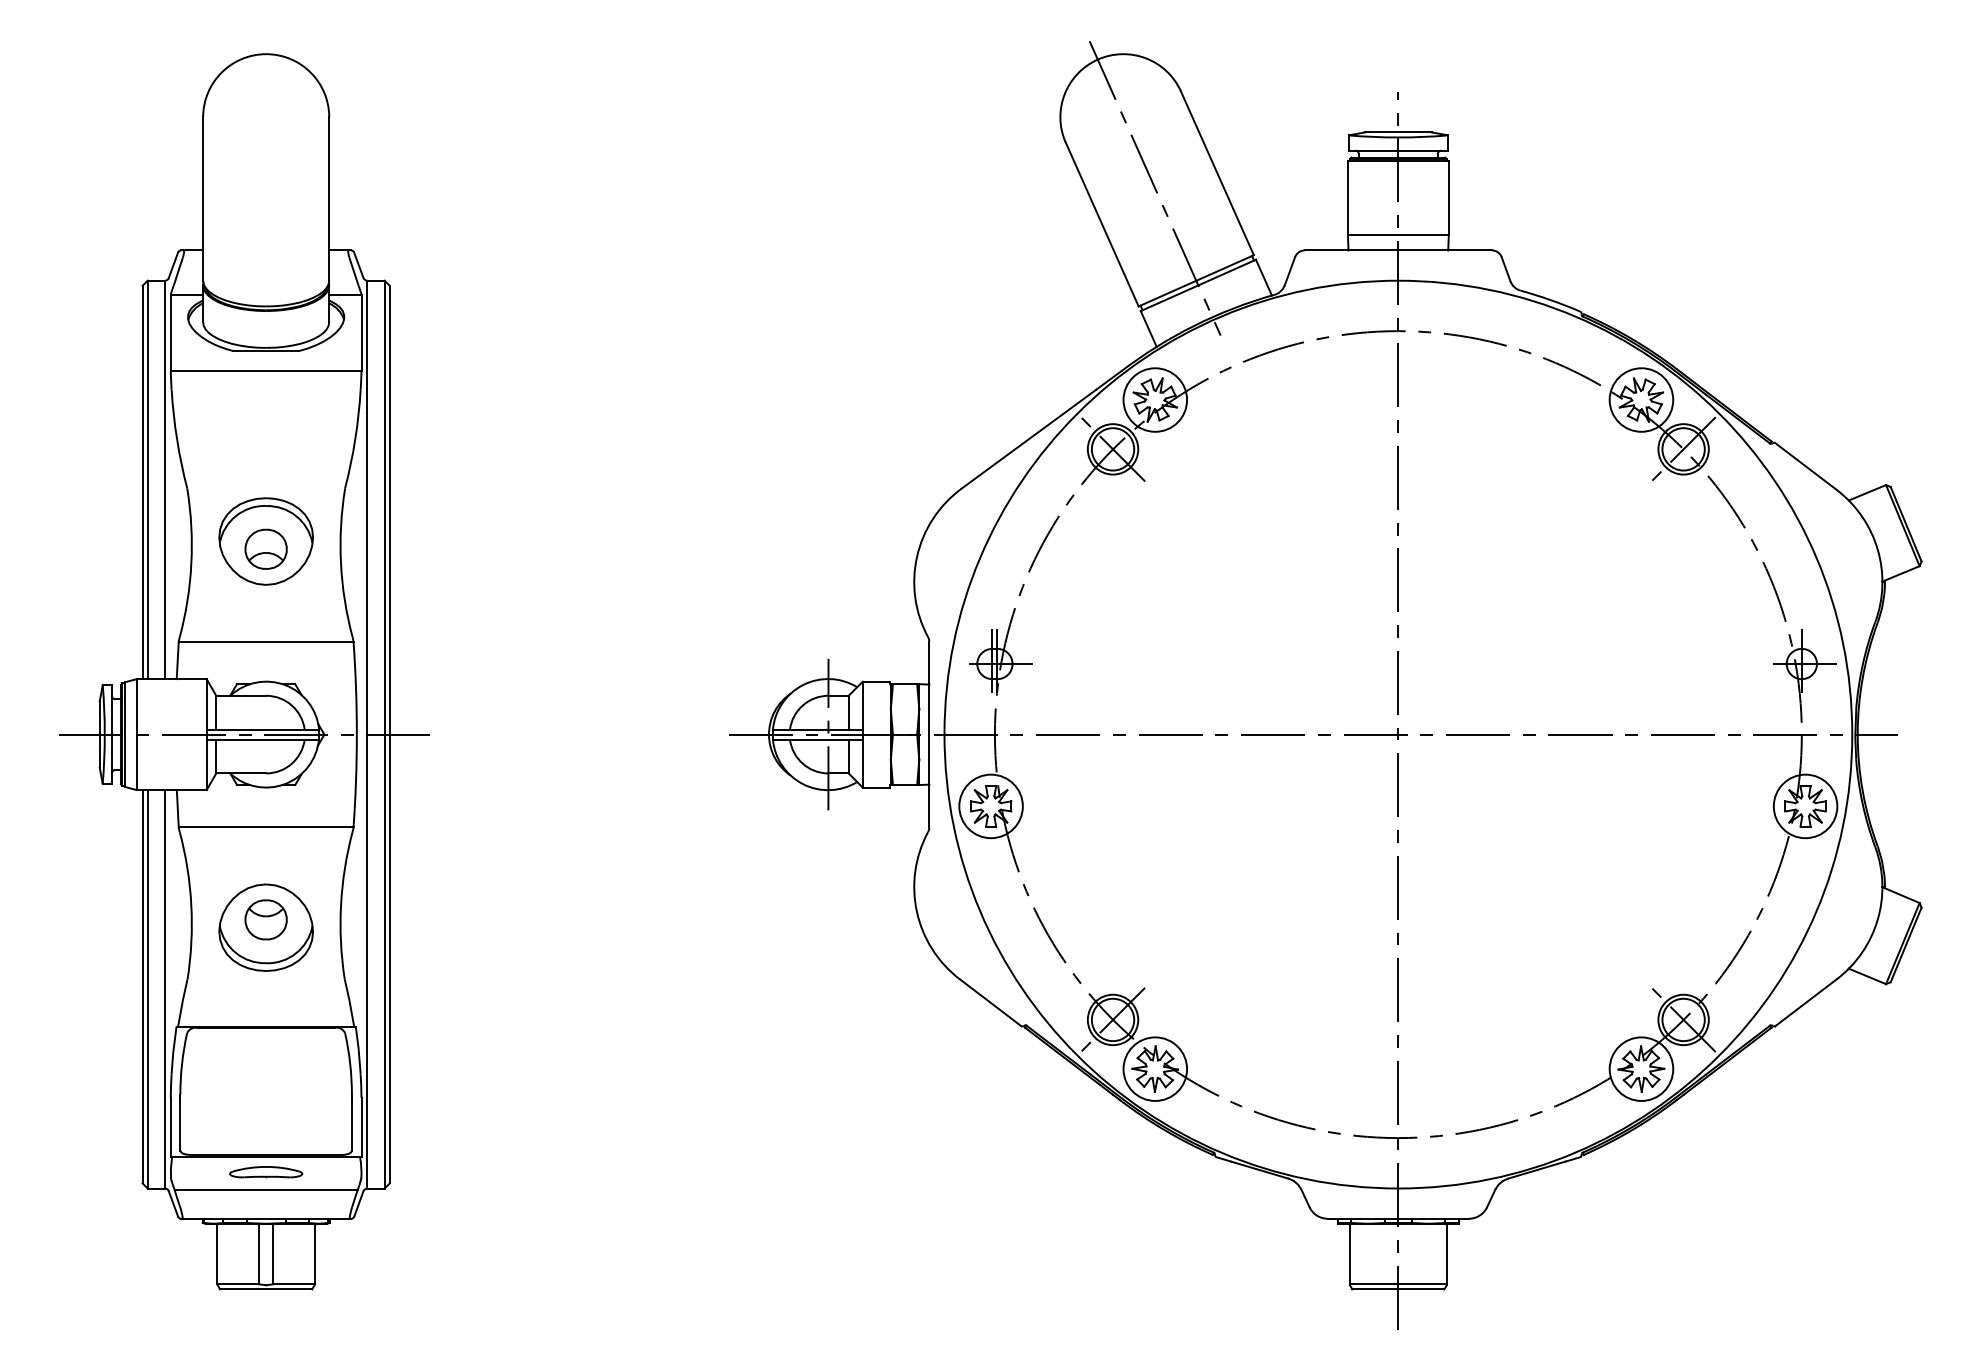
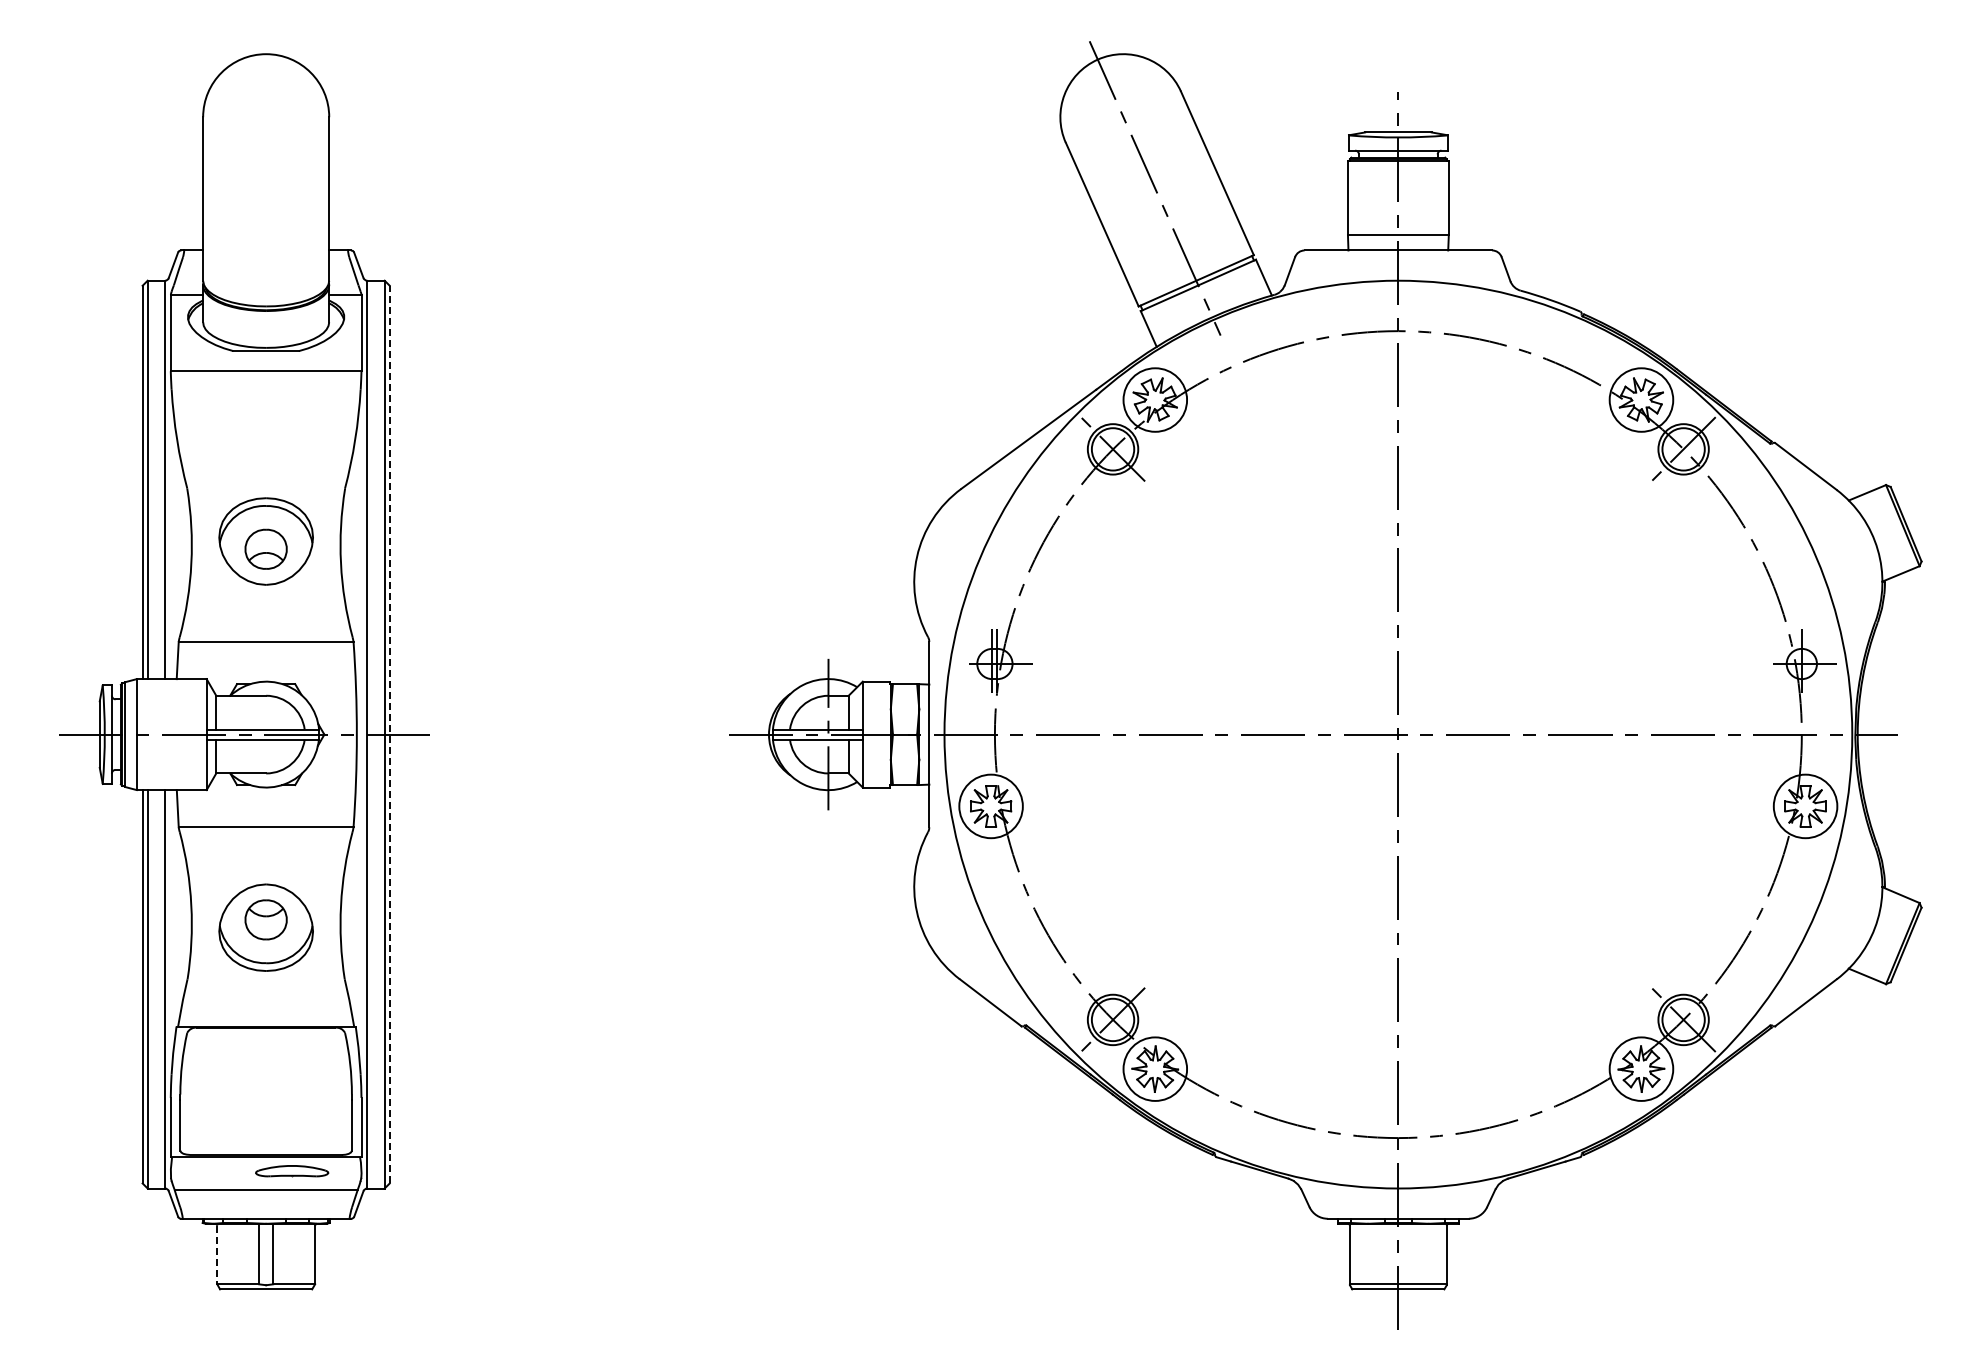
line at (389, 734): solid -> dashed
part at (266, 1172) position: (266, 1172) -> (292, 1171)
line at (217, 1255): solid -> dashed
